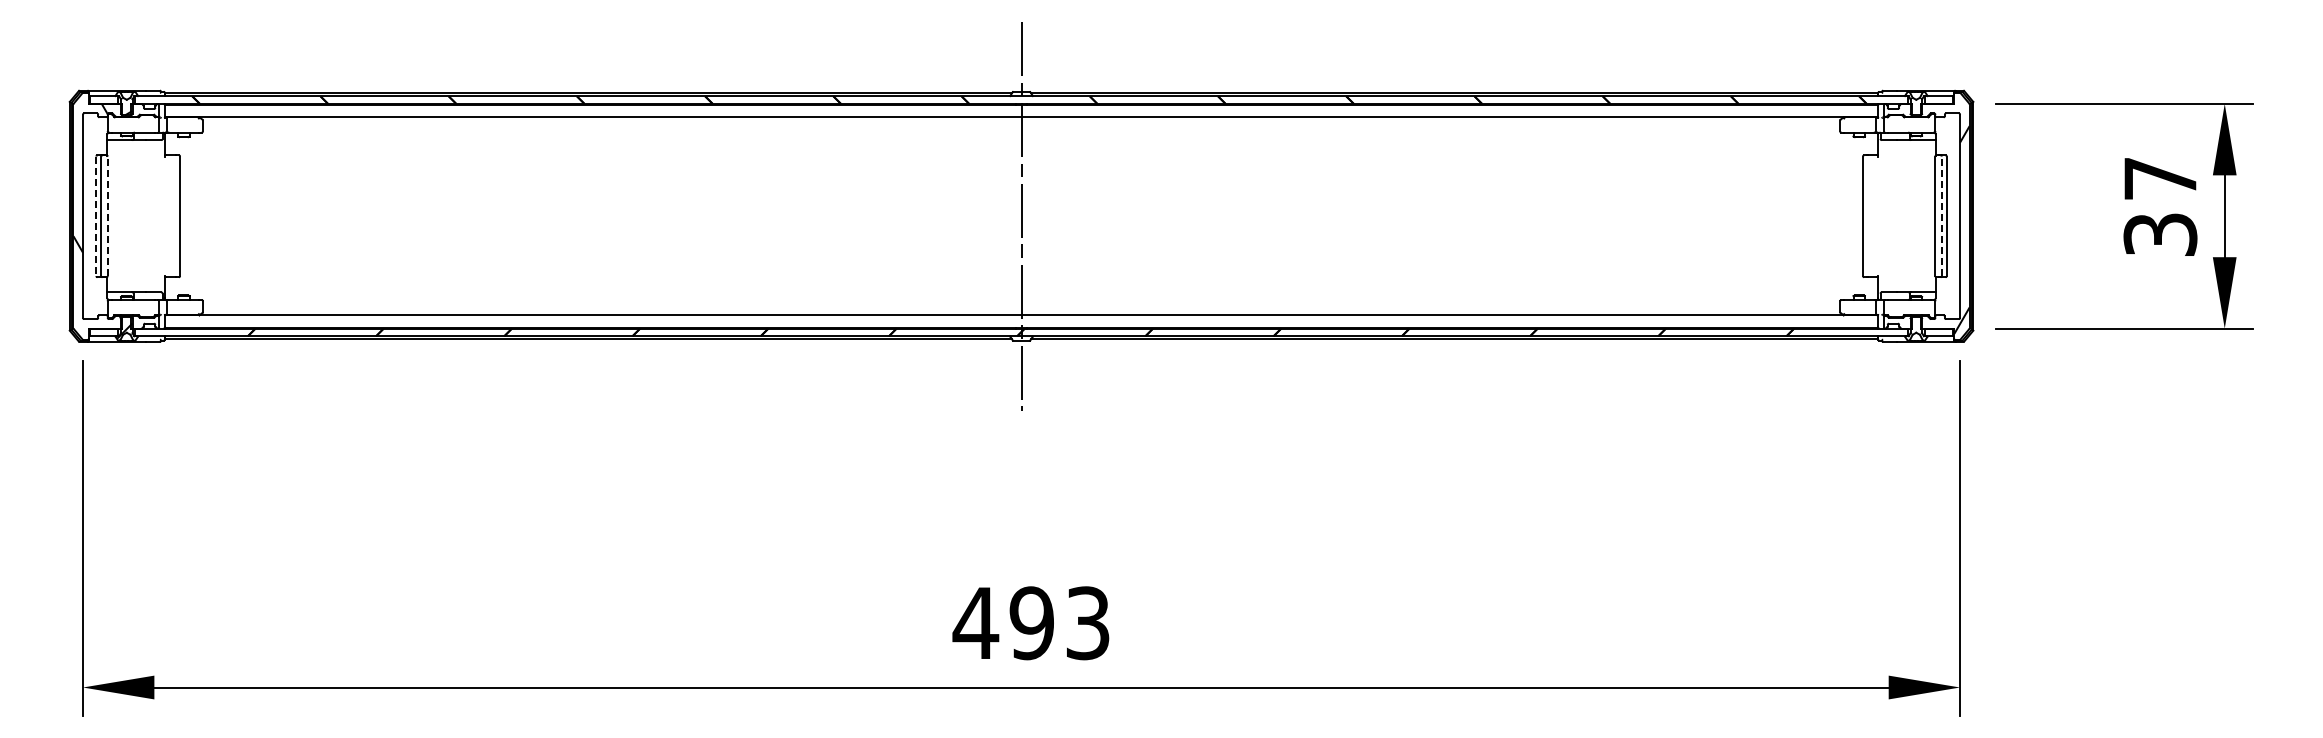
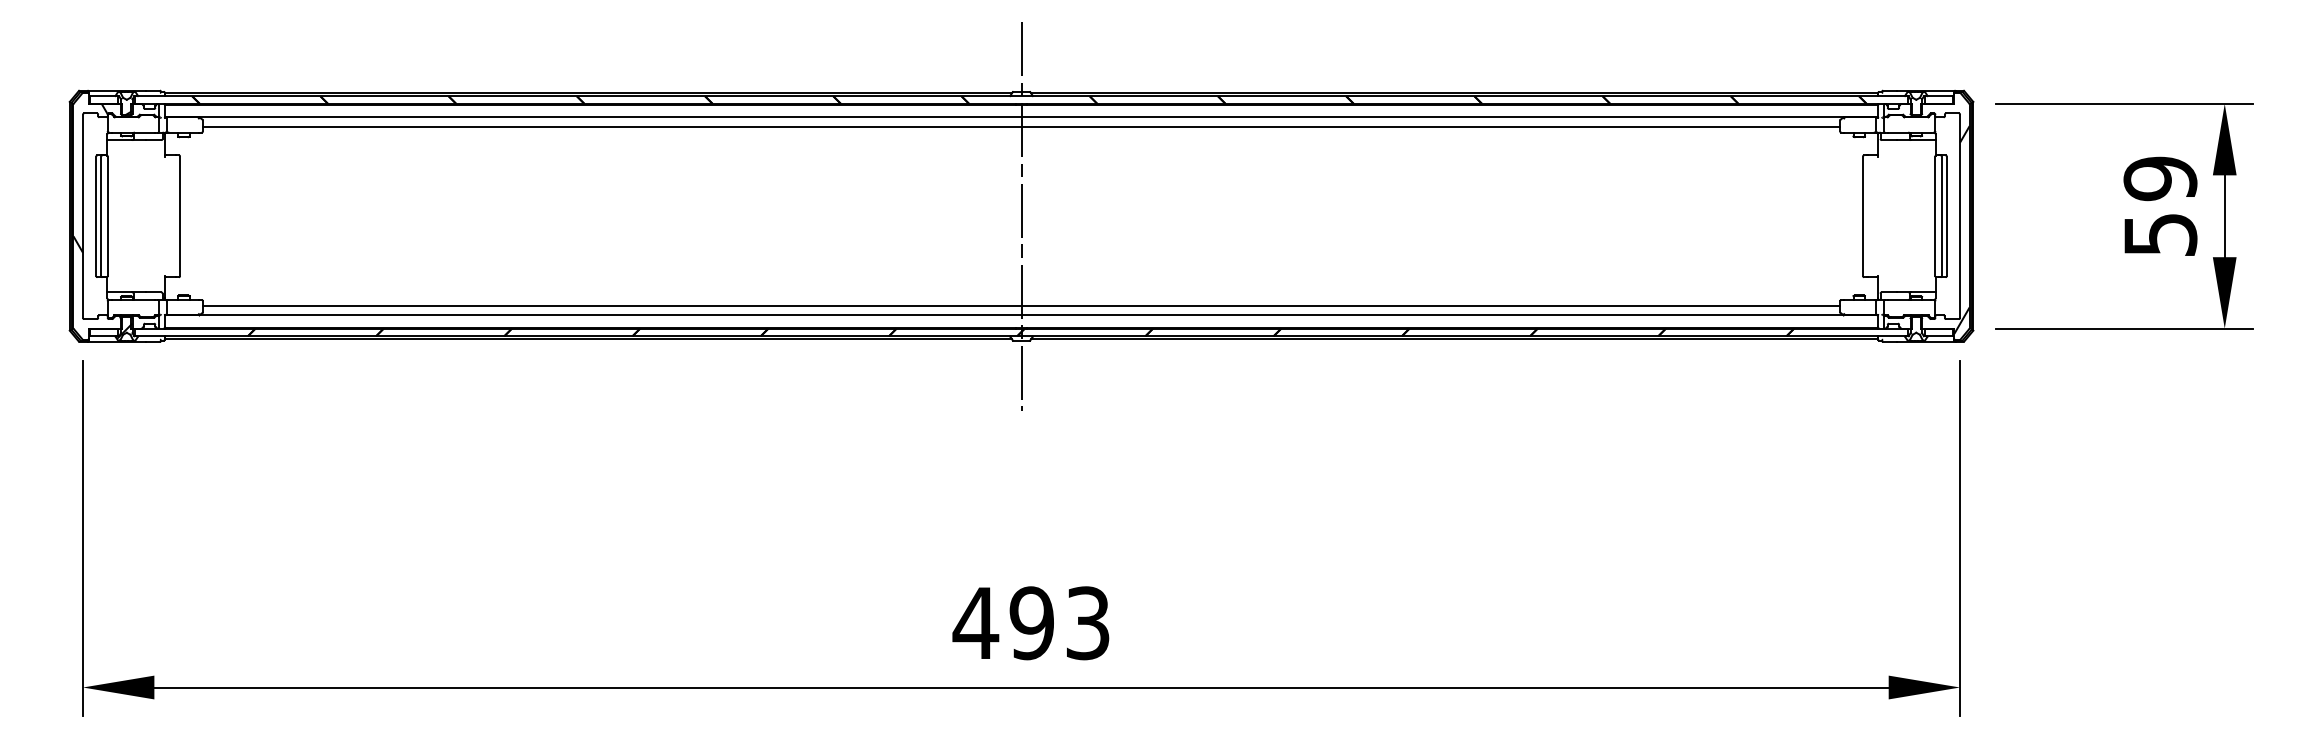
line at (1021, 126): none -> present
text at (2160, 205): 37 -> 59
line at (96, 216): dashed -> solid
line at (107, 216): dashed -> solid
line at (1941, 216): dashed -> solid
line at (1021, 305): none -> present
